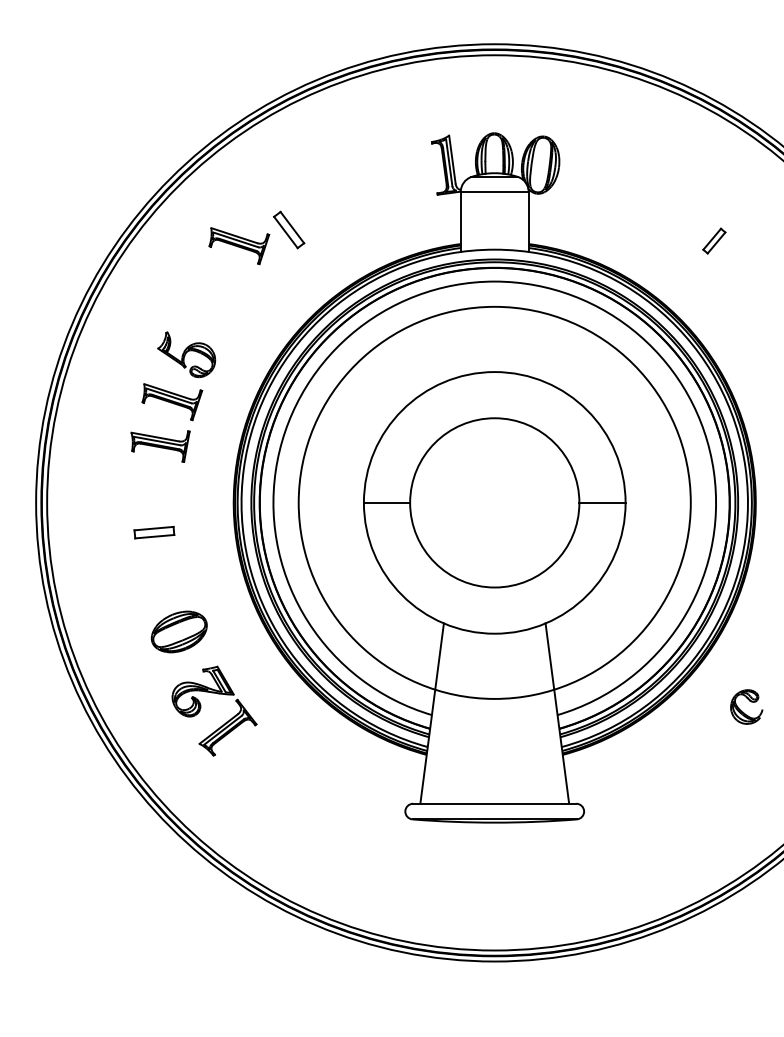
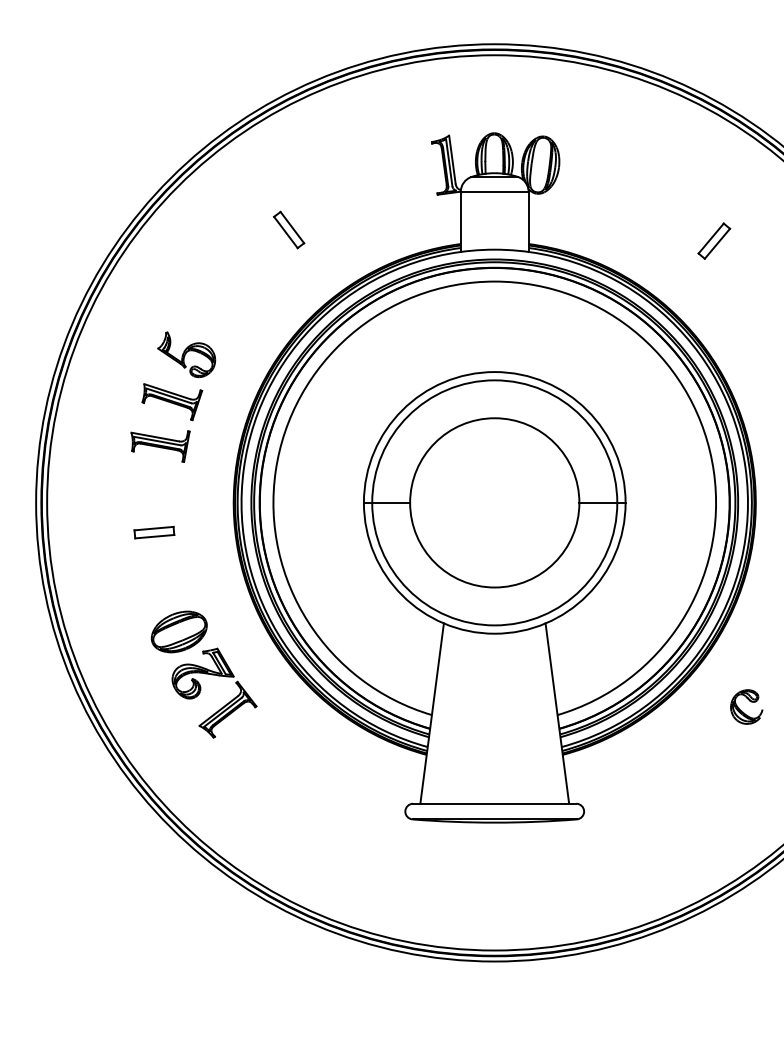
part at (714, 240) size: 25x28 px -> 35x38 px
part at (239, 246): present -> none
circle at (494, 502) diameter: 392 px -> 245 px
part at (201, 708) position: (201, 708) -> (201, 690)
